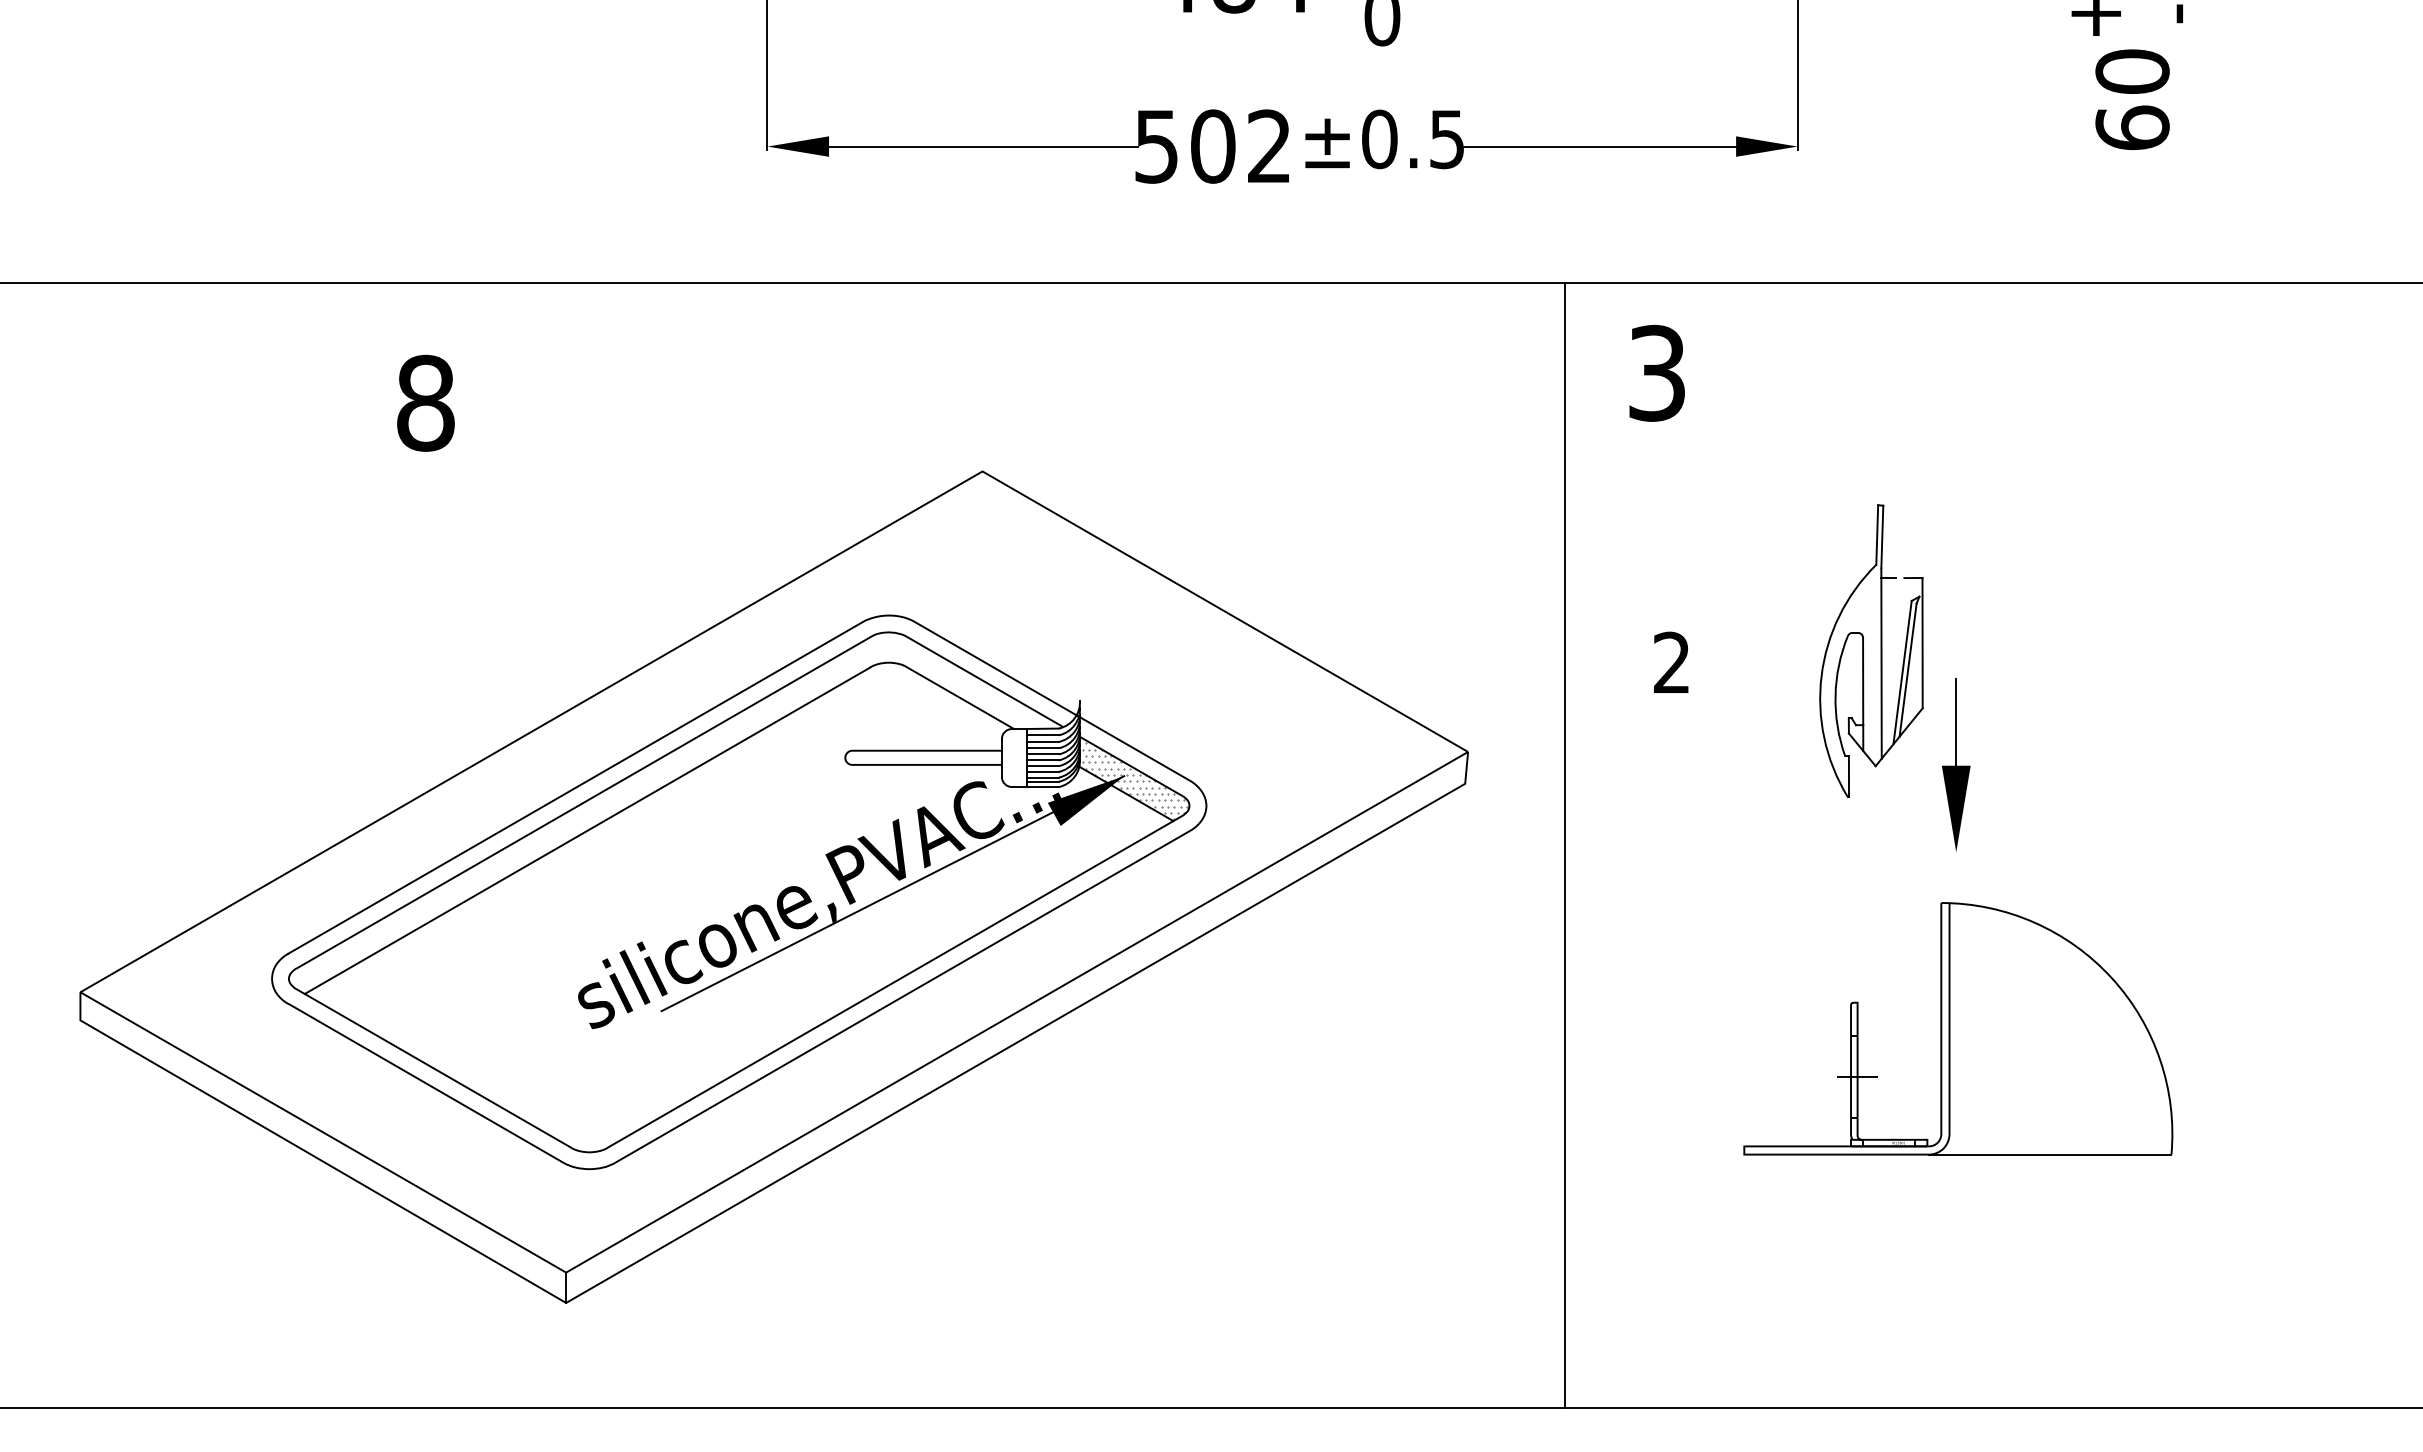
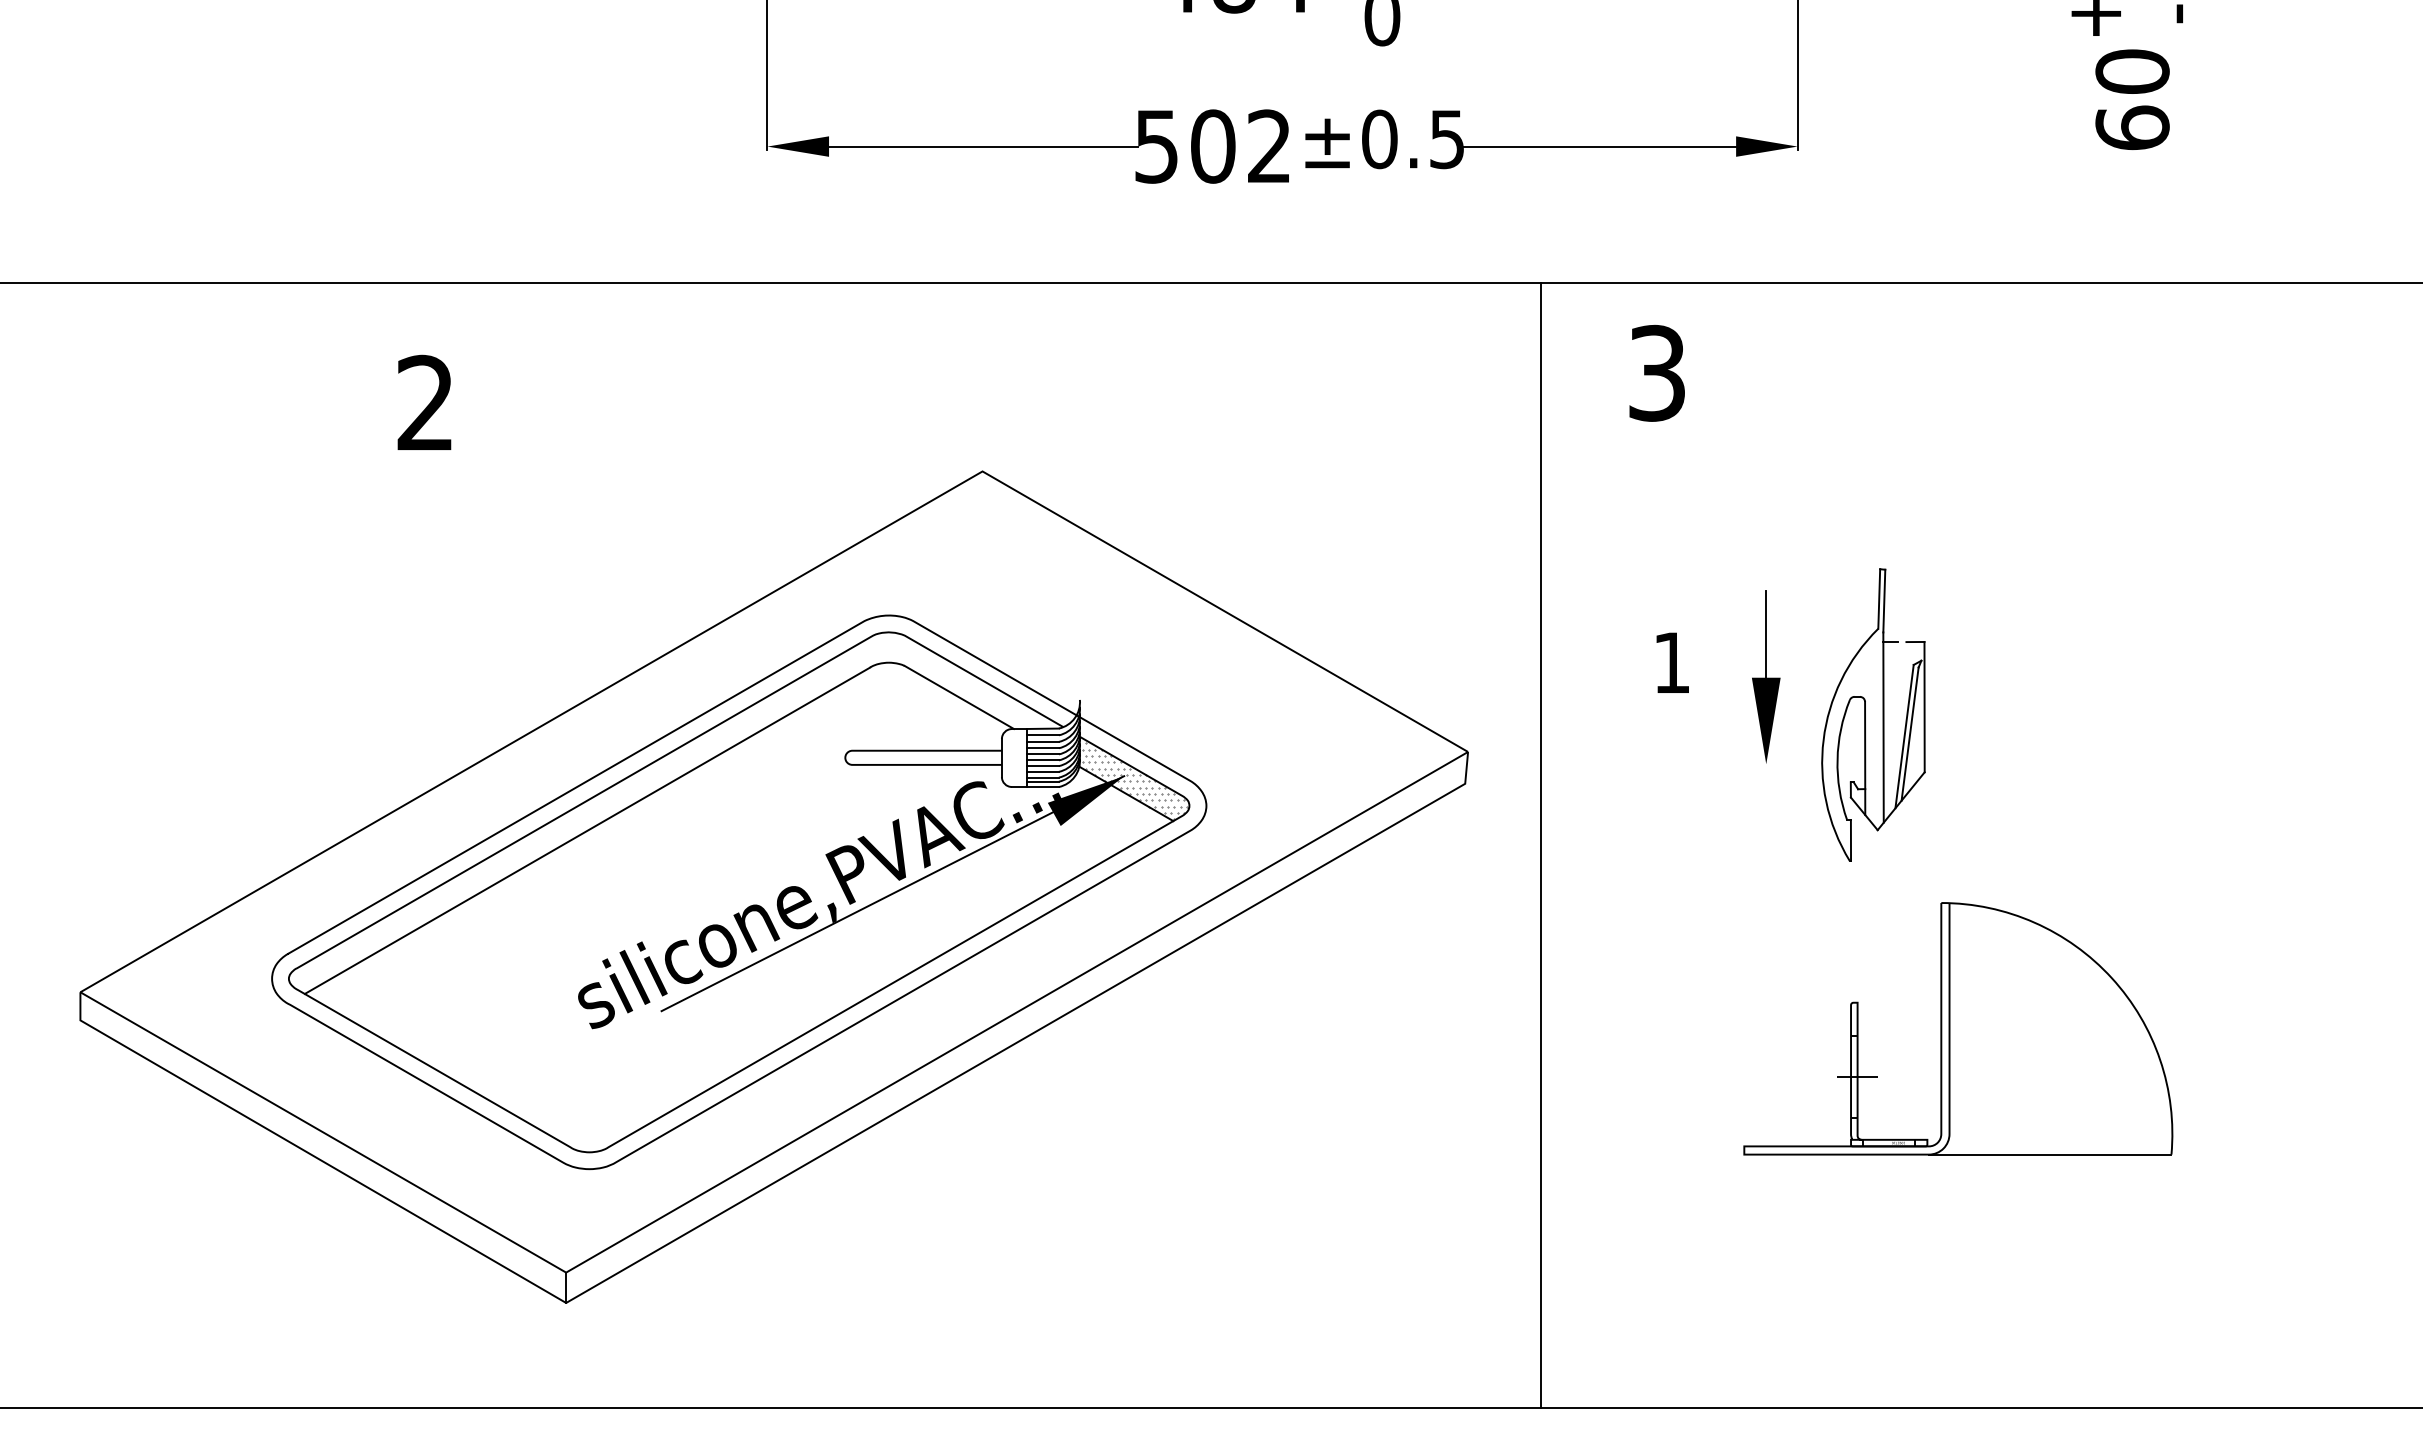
text at (425, 402): 8 -> 2
part at (1871, 650) position: (1871, 650) -> (1873, 714)
text at (1671, 661): 2 -> 1
part at (1956, 764) position: (1956, 764) -> (1766, 676)
line at (1564, 845) position: (1564, 845) -> (1540, 845)
